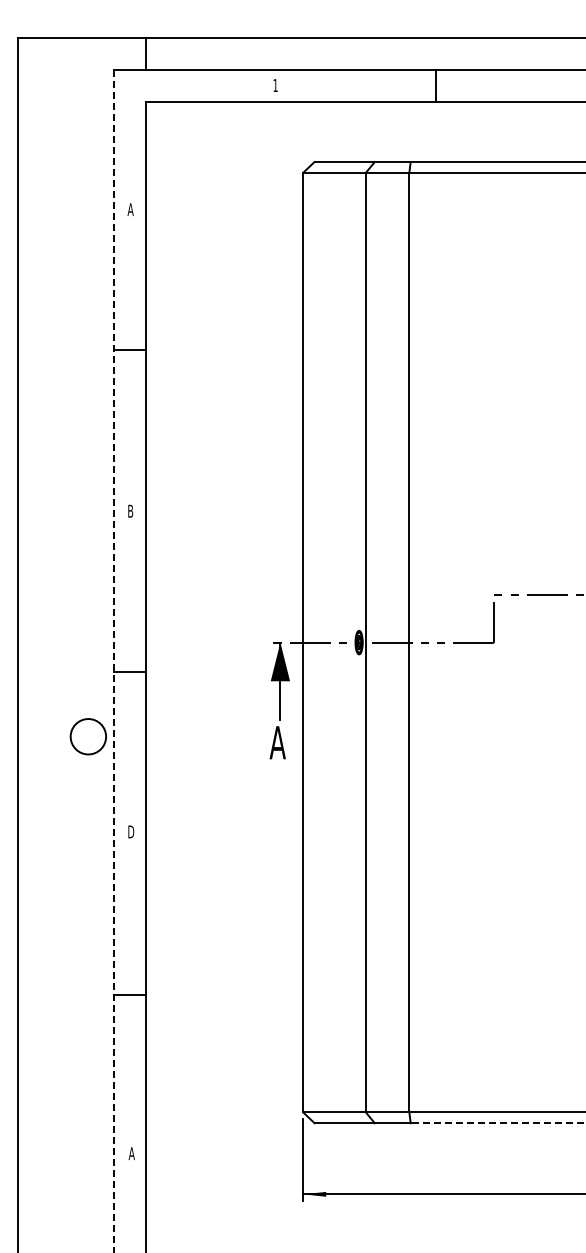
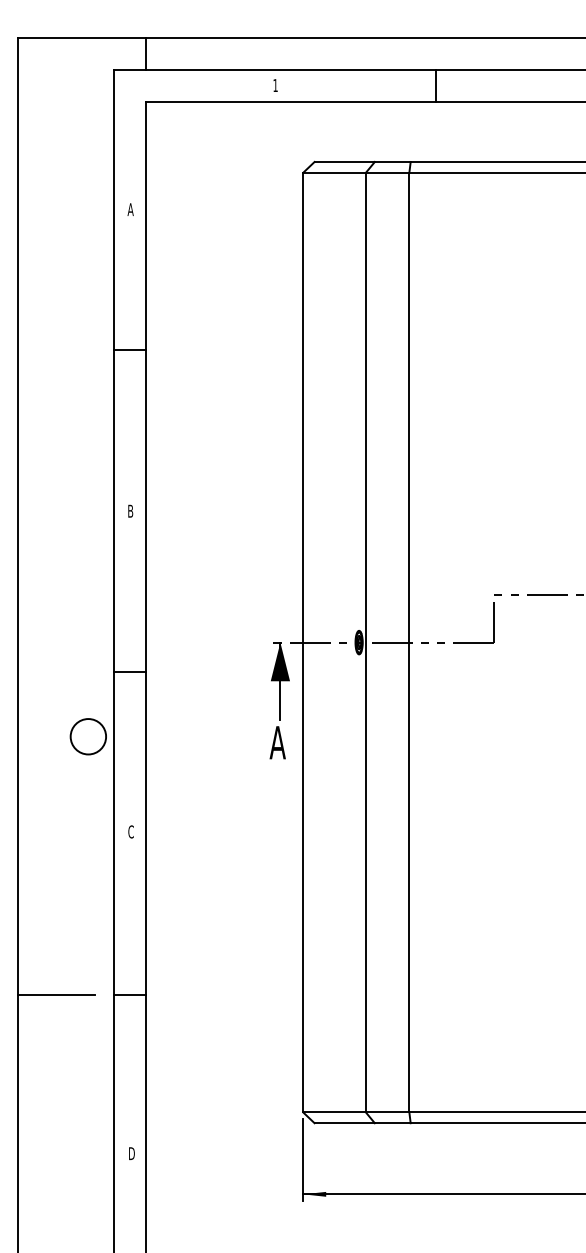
line at (114, 661): dashed -> solid
text at (131, 831): D -> C
line at (55, 994): none -> present
line at (497, 1123): dashed -> solid
text at (131, 1153): A -> D
